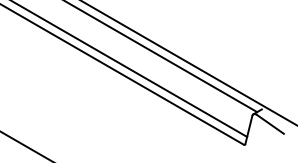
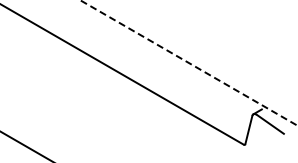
line at (161, 57): present -> none
line at (188, 62): solid -> dashed
line at (130, 69): present -> none
